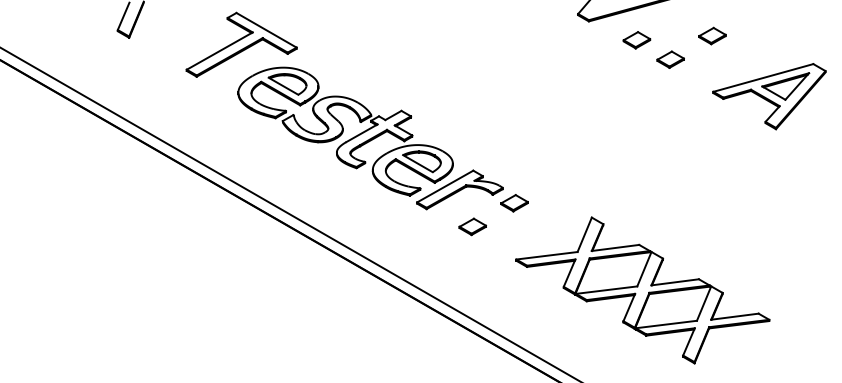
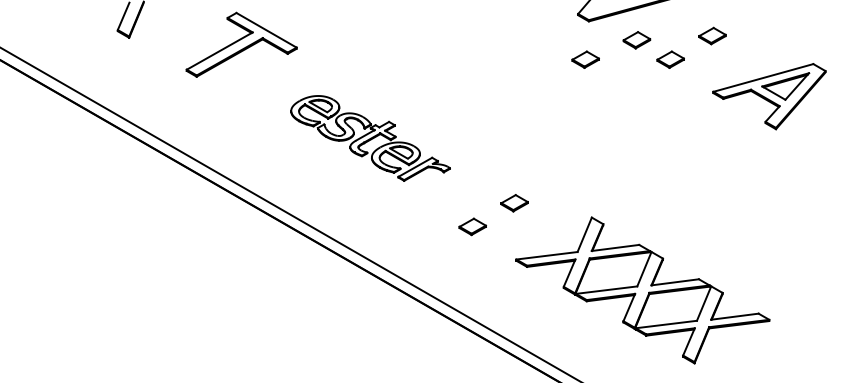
part at (585, 59): none -> present
part at (370, 138) size: 267x145 px -> 161x87 px
